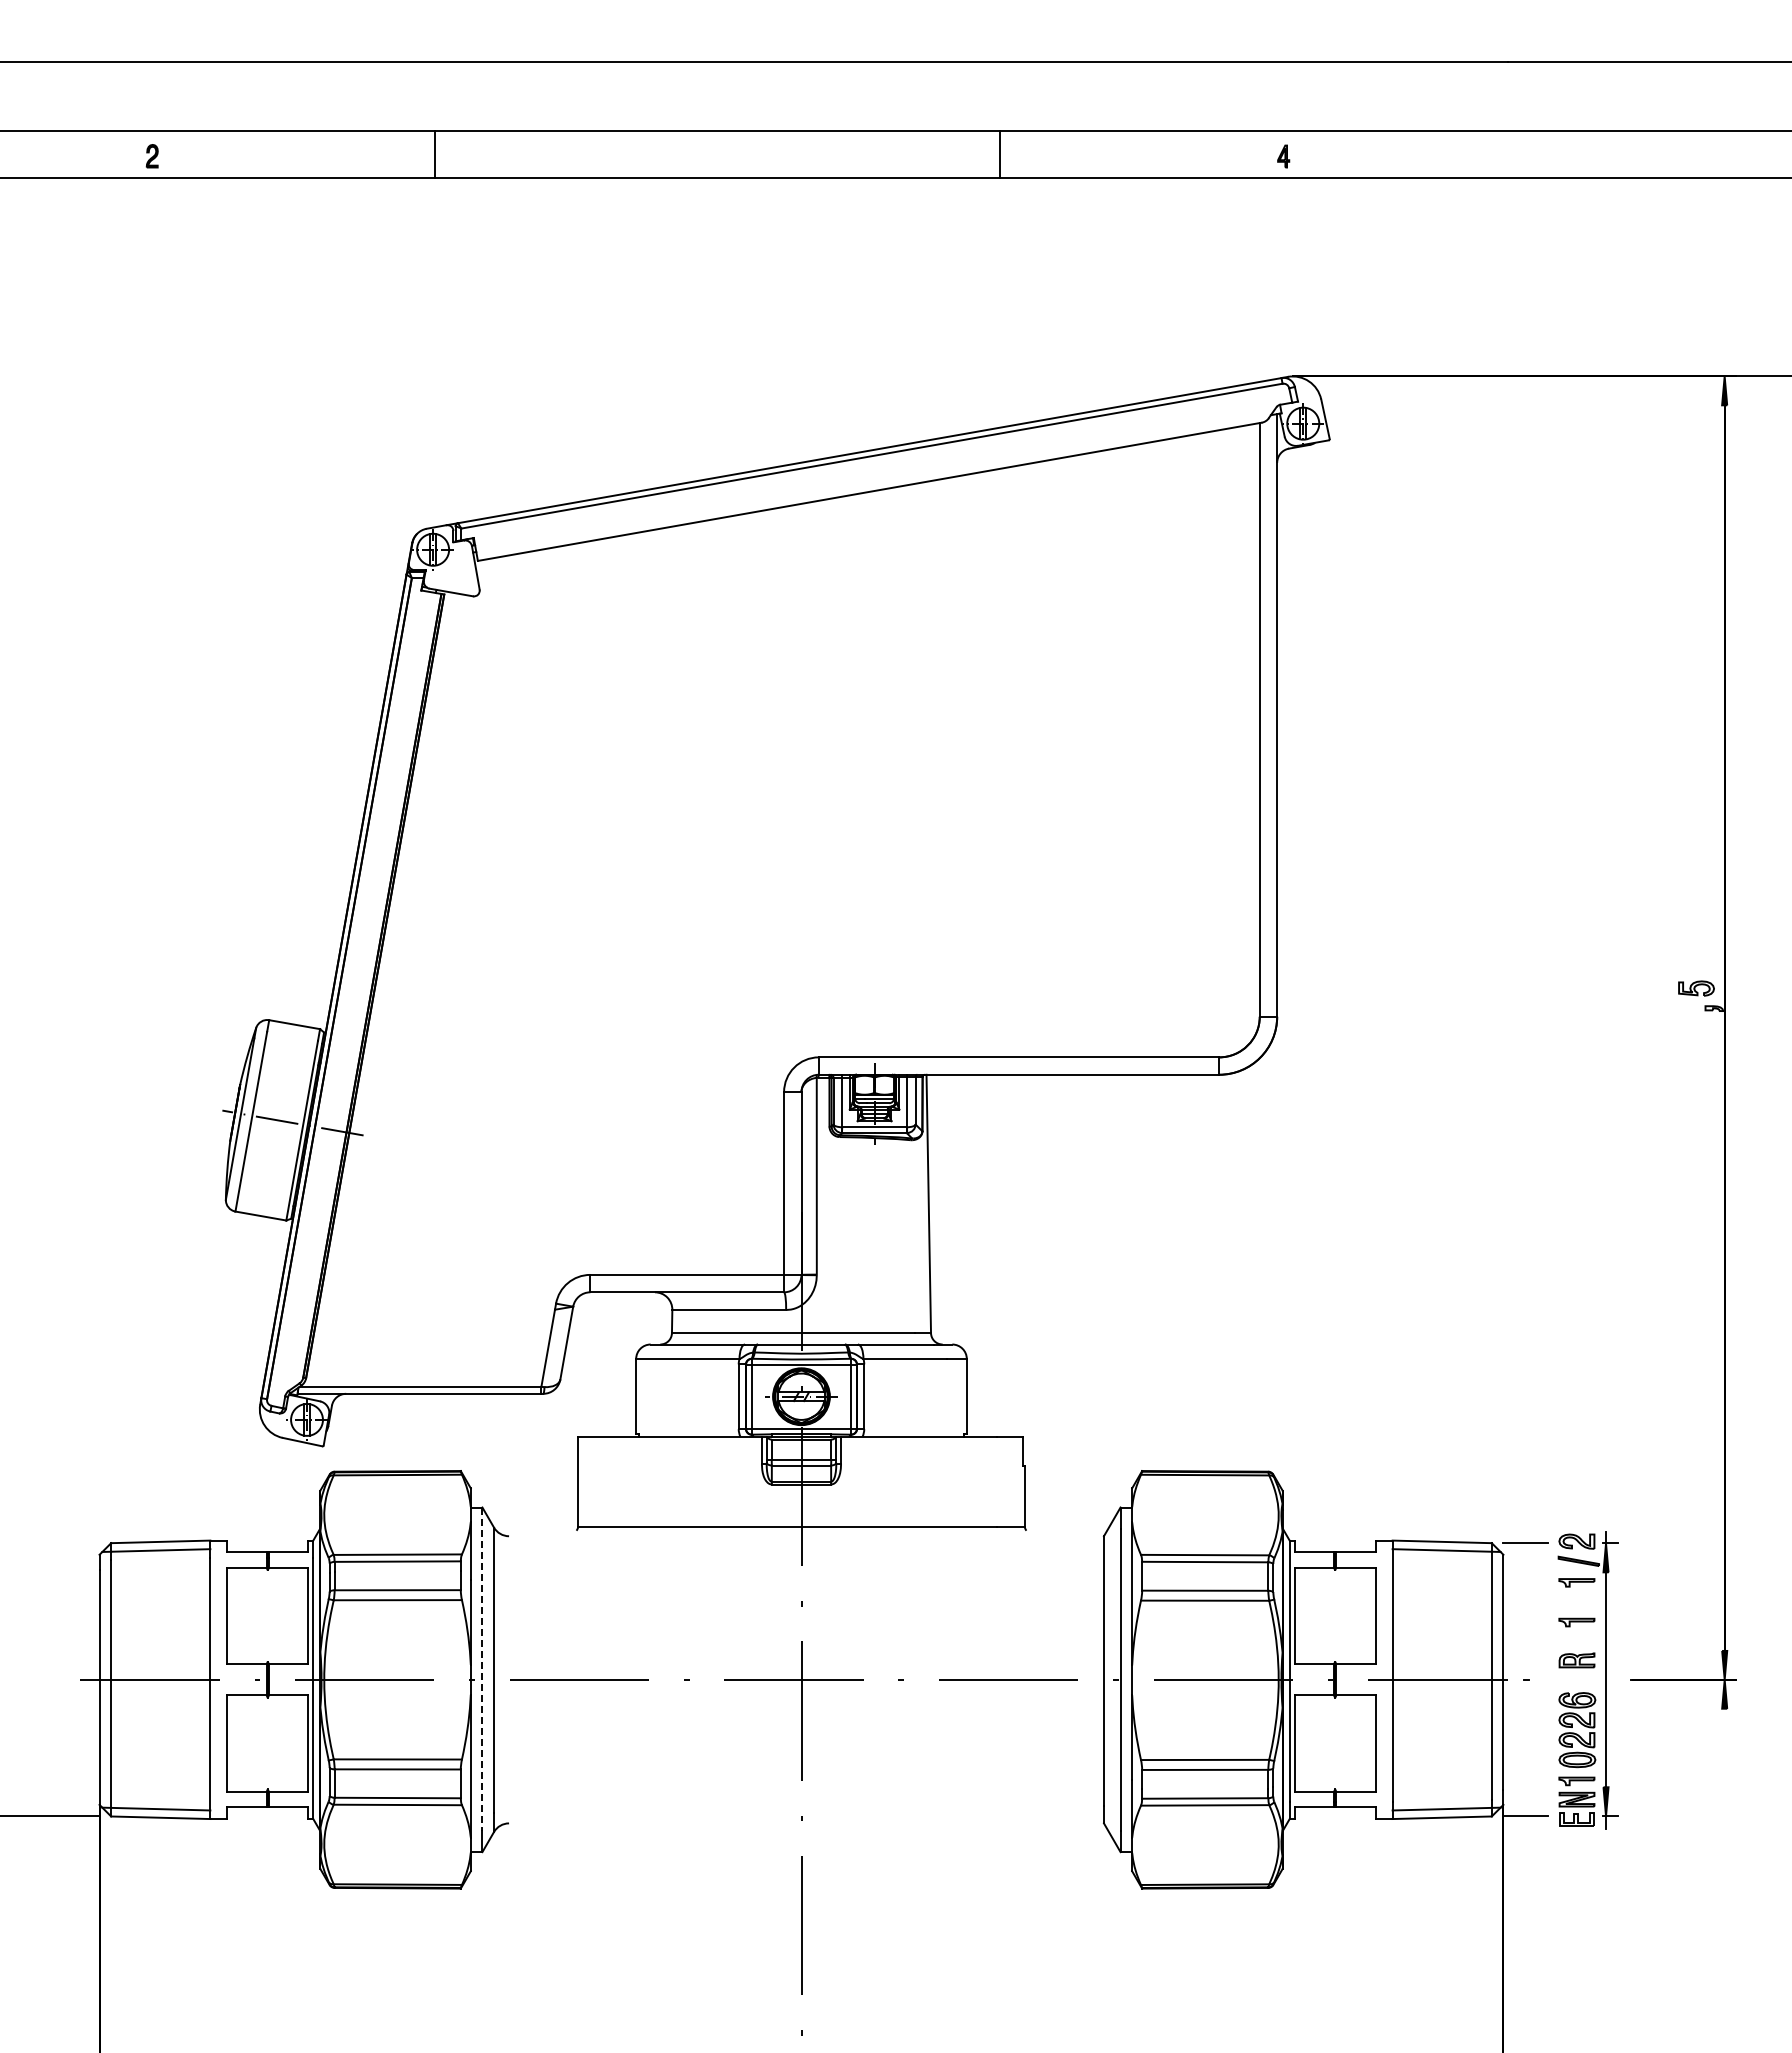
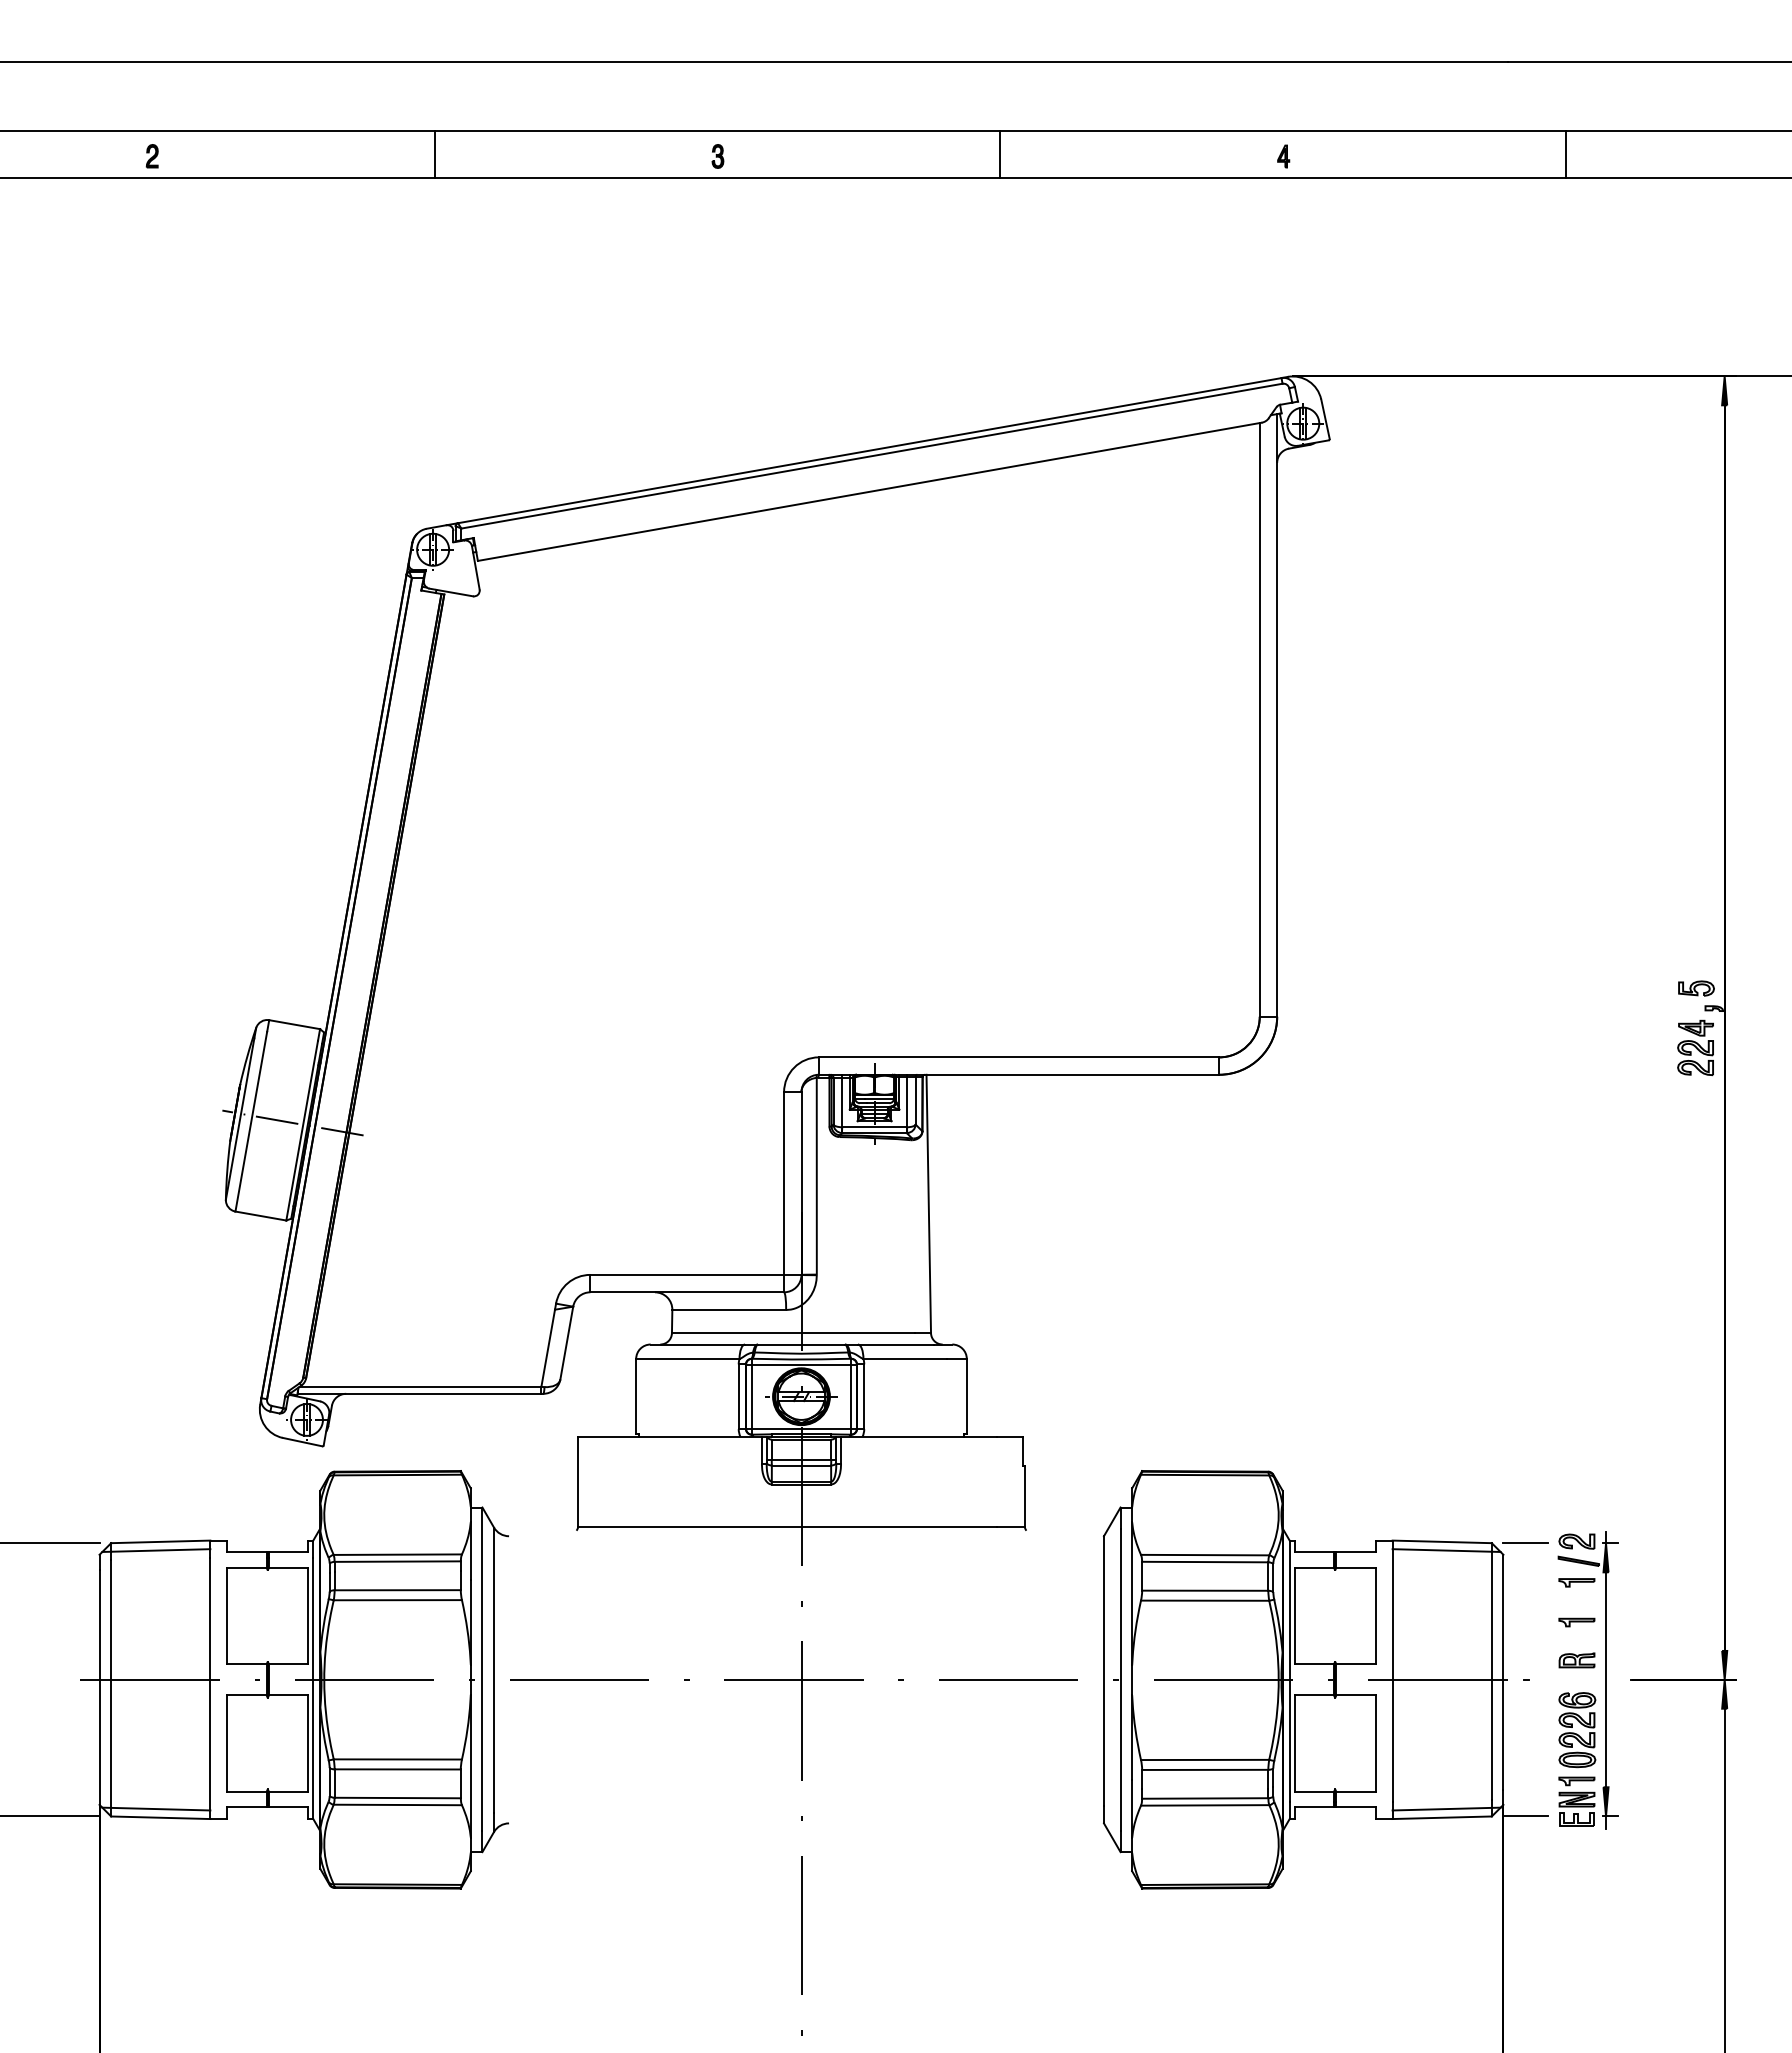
line at (1566, 154): none -> present
part at (717, 156): none -> present
part at (1695, 1047): none -> present
line at (50, 1543): none -> present
line at (482, 1669): dashed -> solid
line at (1724, 1878): none -> present
